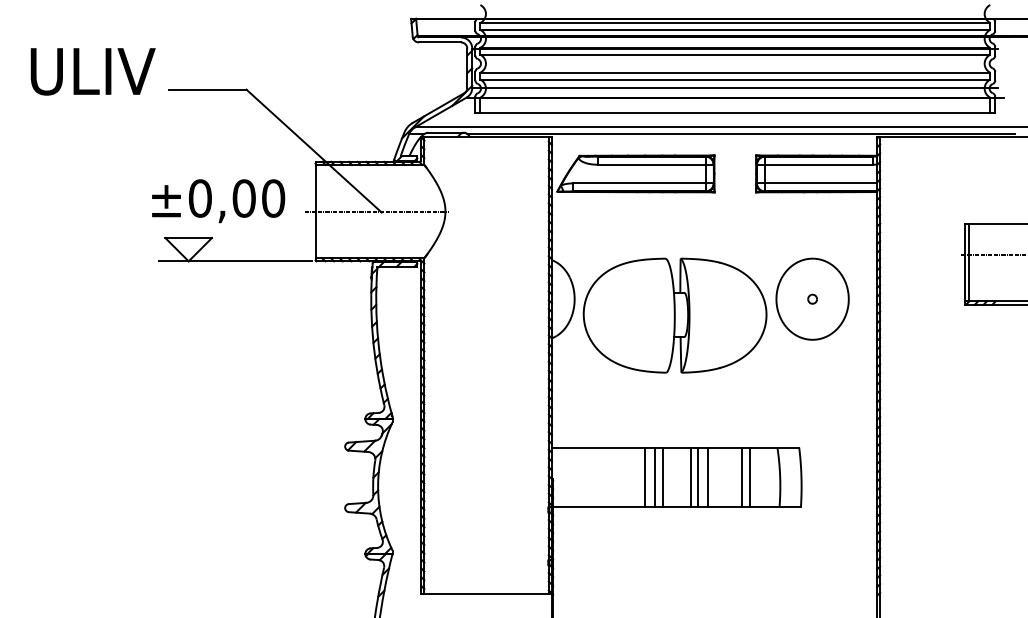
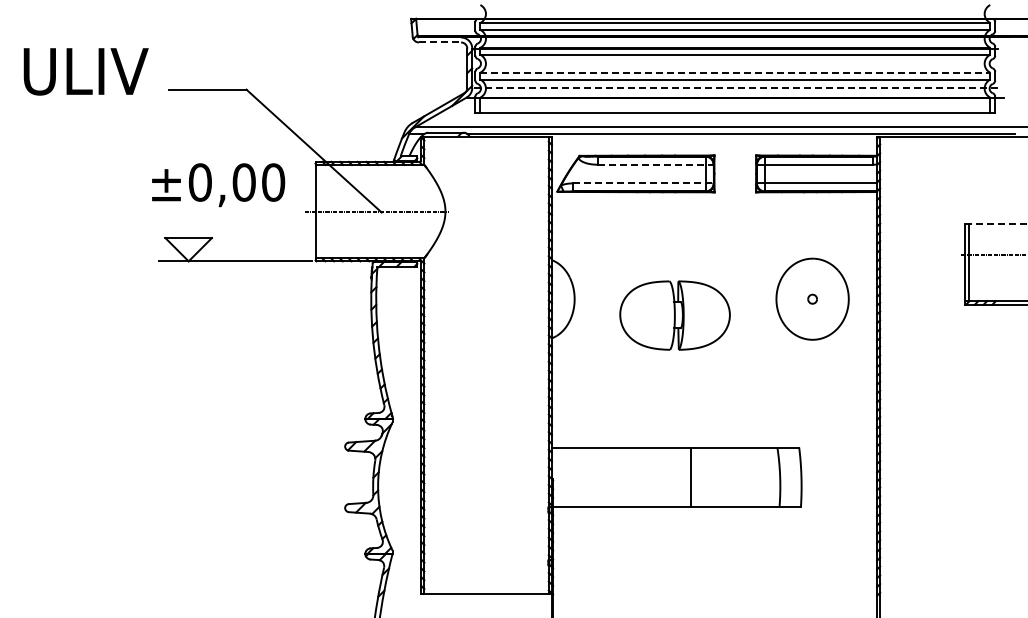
line at (440, 42): solid -> dashed
text at (92, 71) position: (92, 71) -> (85, 71)
line at (735, 72): solid -> dashed
line at (734, 87): solid -> dashed
line at (655, 164): solid -> dashed
line at (643, 183): solid -> dashed
text at (218, 201) position: (218, 201) -> (218, 185)
line at (997, 224): solid -> dashed
part at (674, 315) size: 186x117 px -> 112x71 px
line at (645, 477): present -> none
line at (655, 477): present -> none
line at (662, 477): present -> none
line at (698, 477): present -> none
line at (708, 477): present -> none
line at (741, 477): present -> none
line at (750, 477): present -> none
